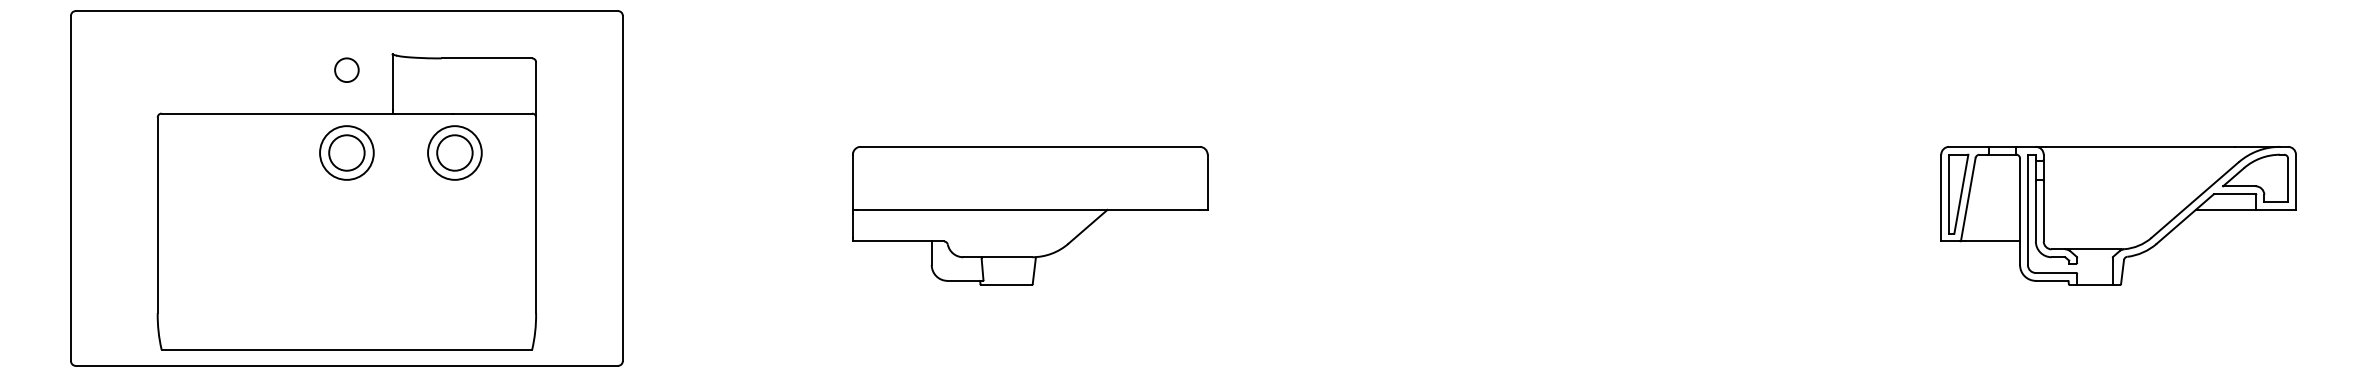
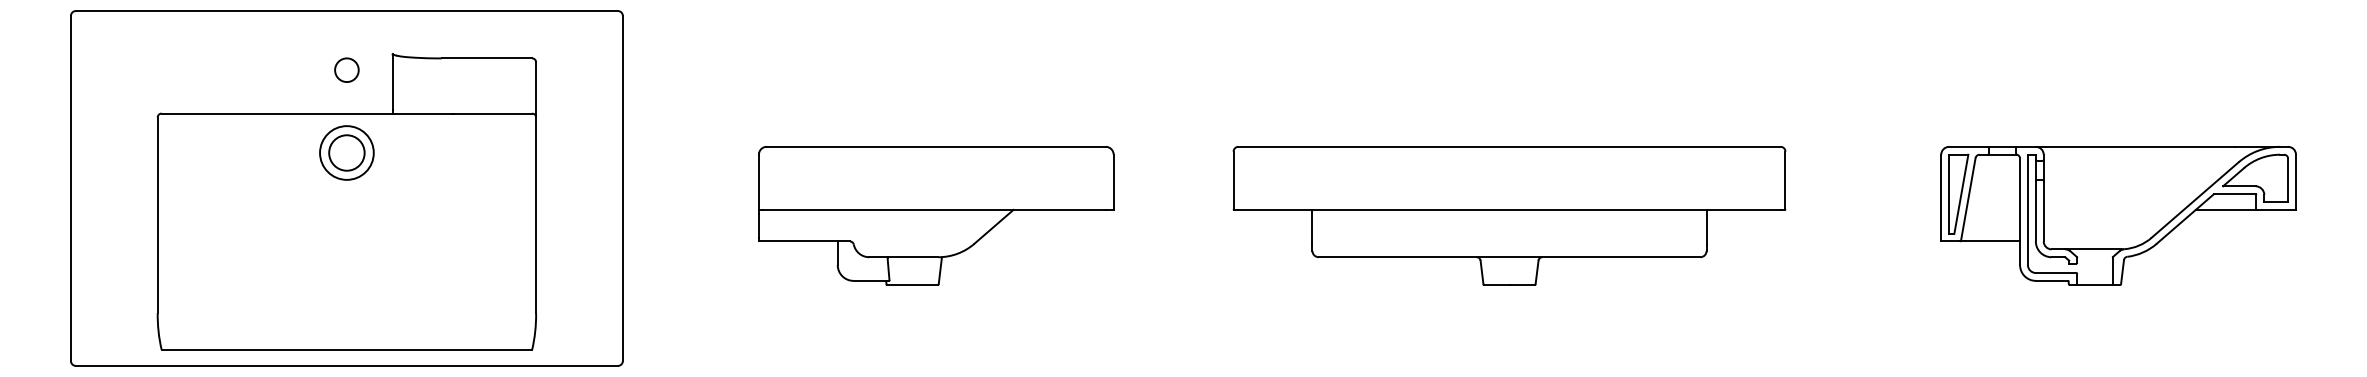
part at (454, 152): present -> none
part at (1030, 215) position: (1030, 215) -> (936, 215)
part at (1509, 215): none -> present
